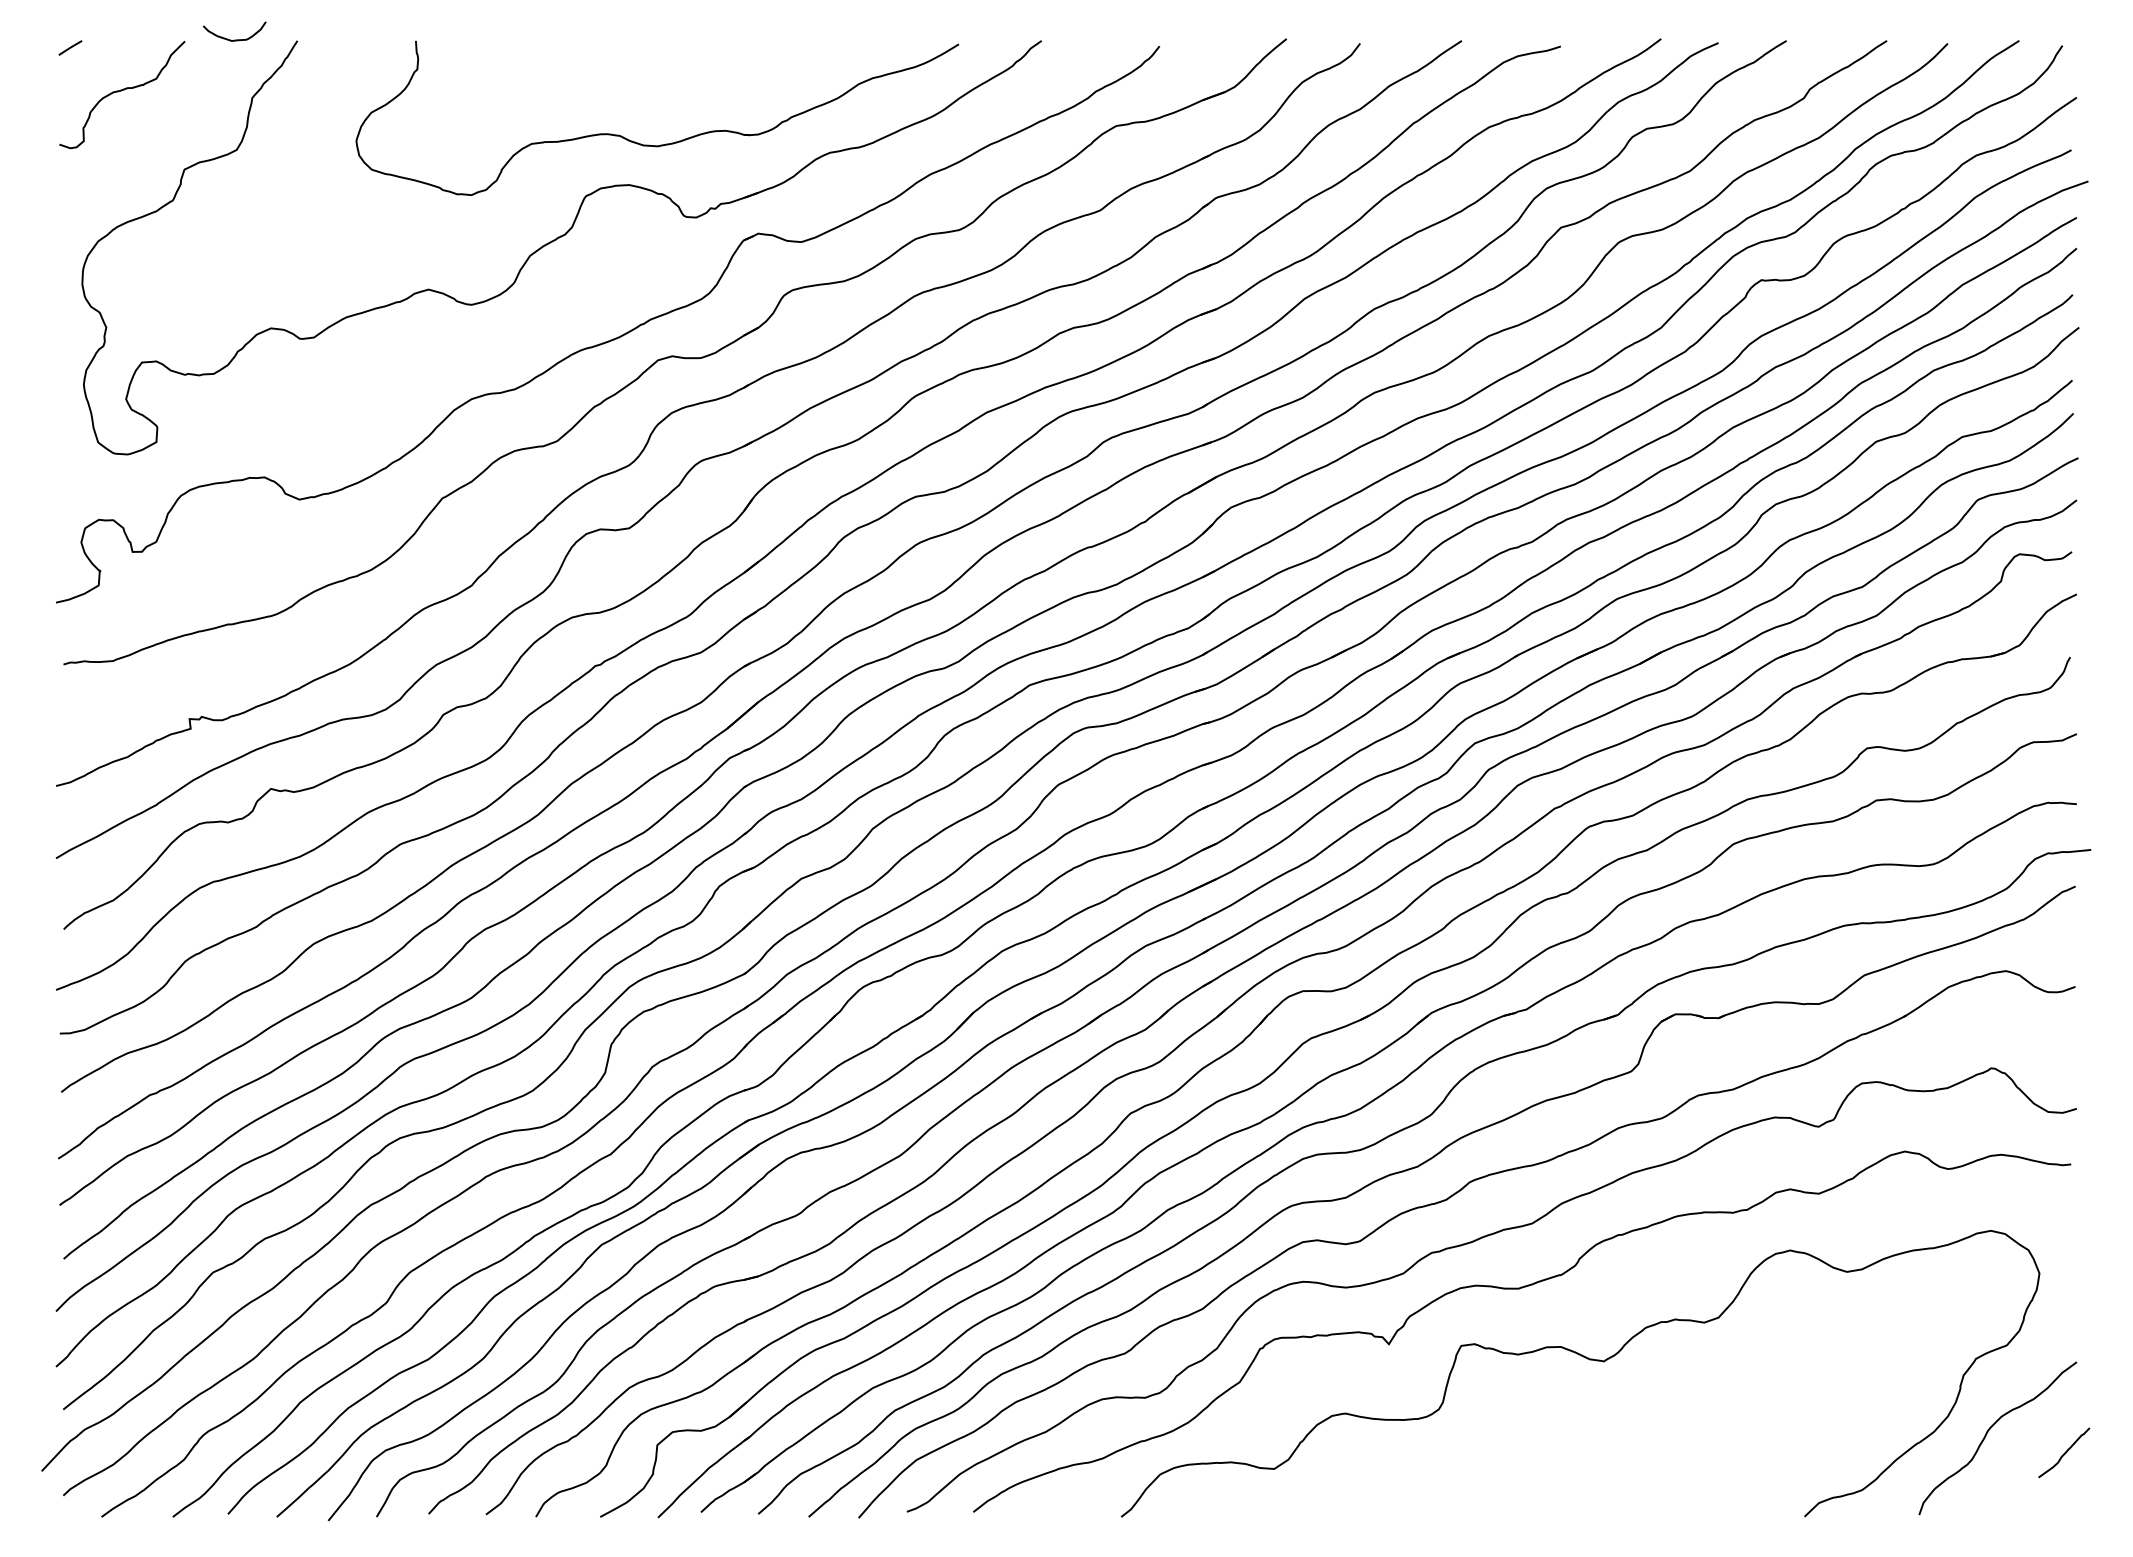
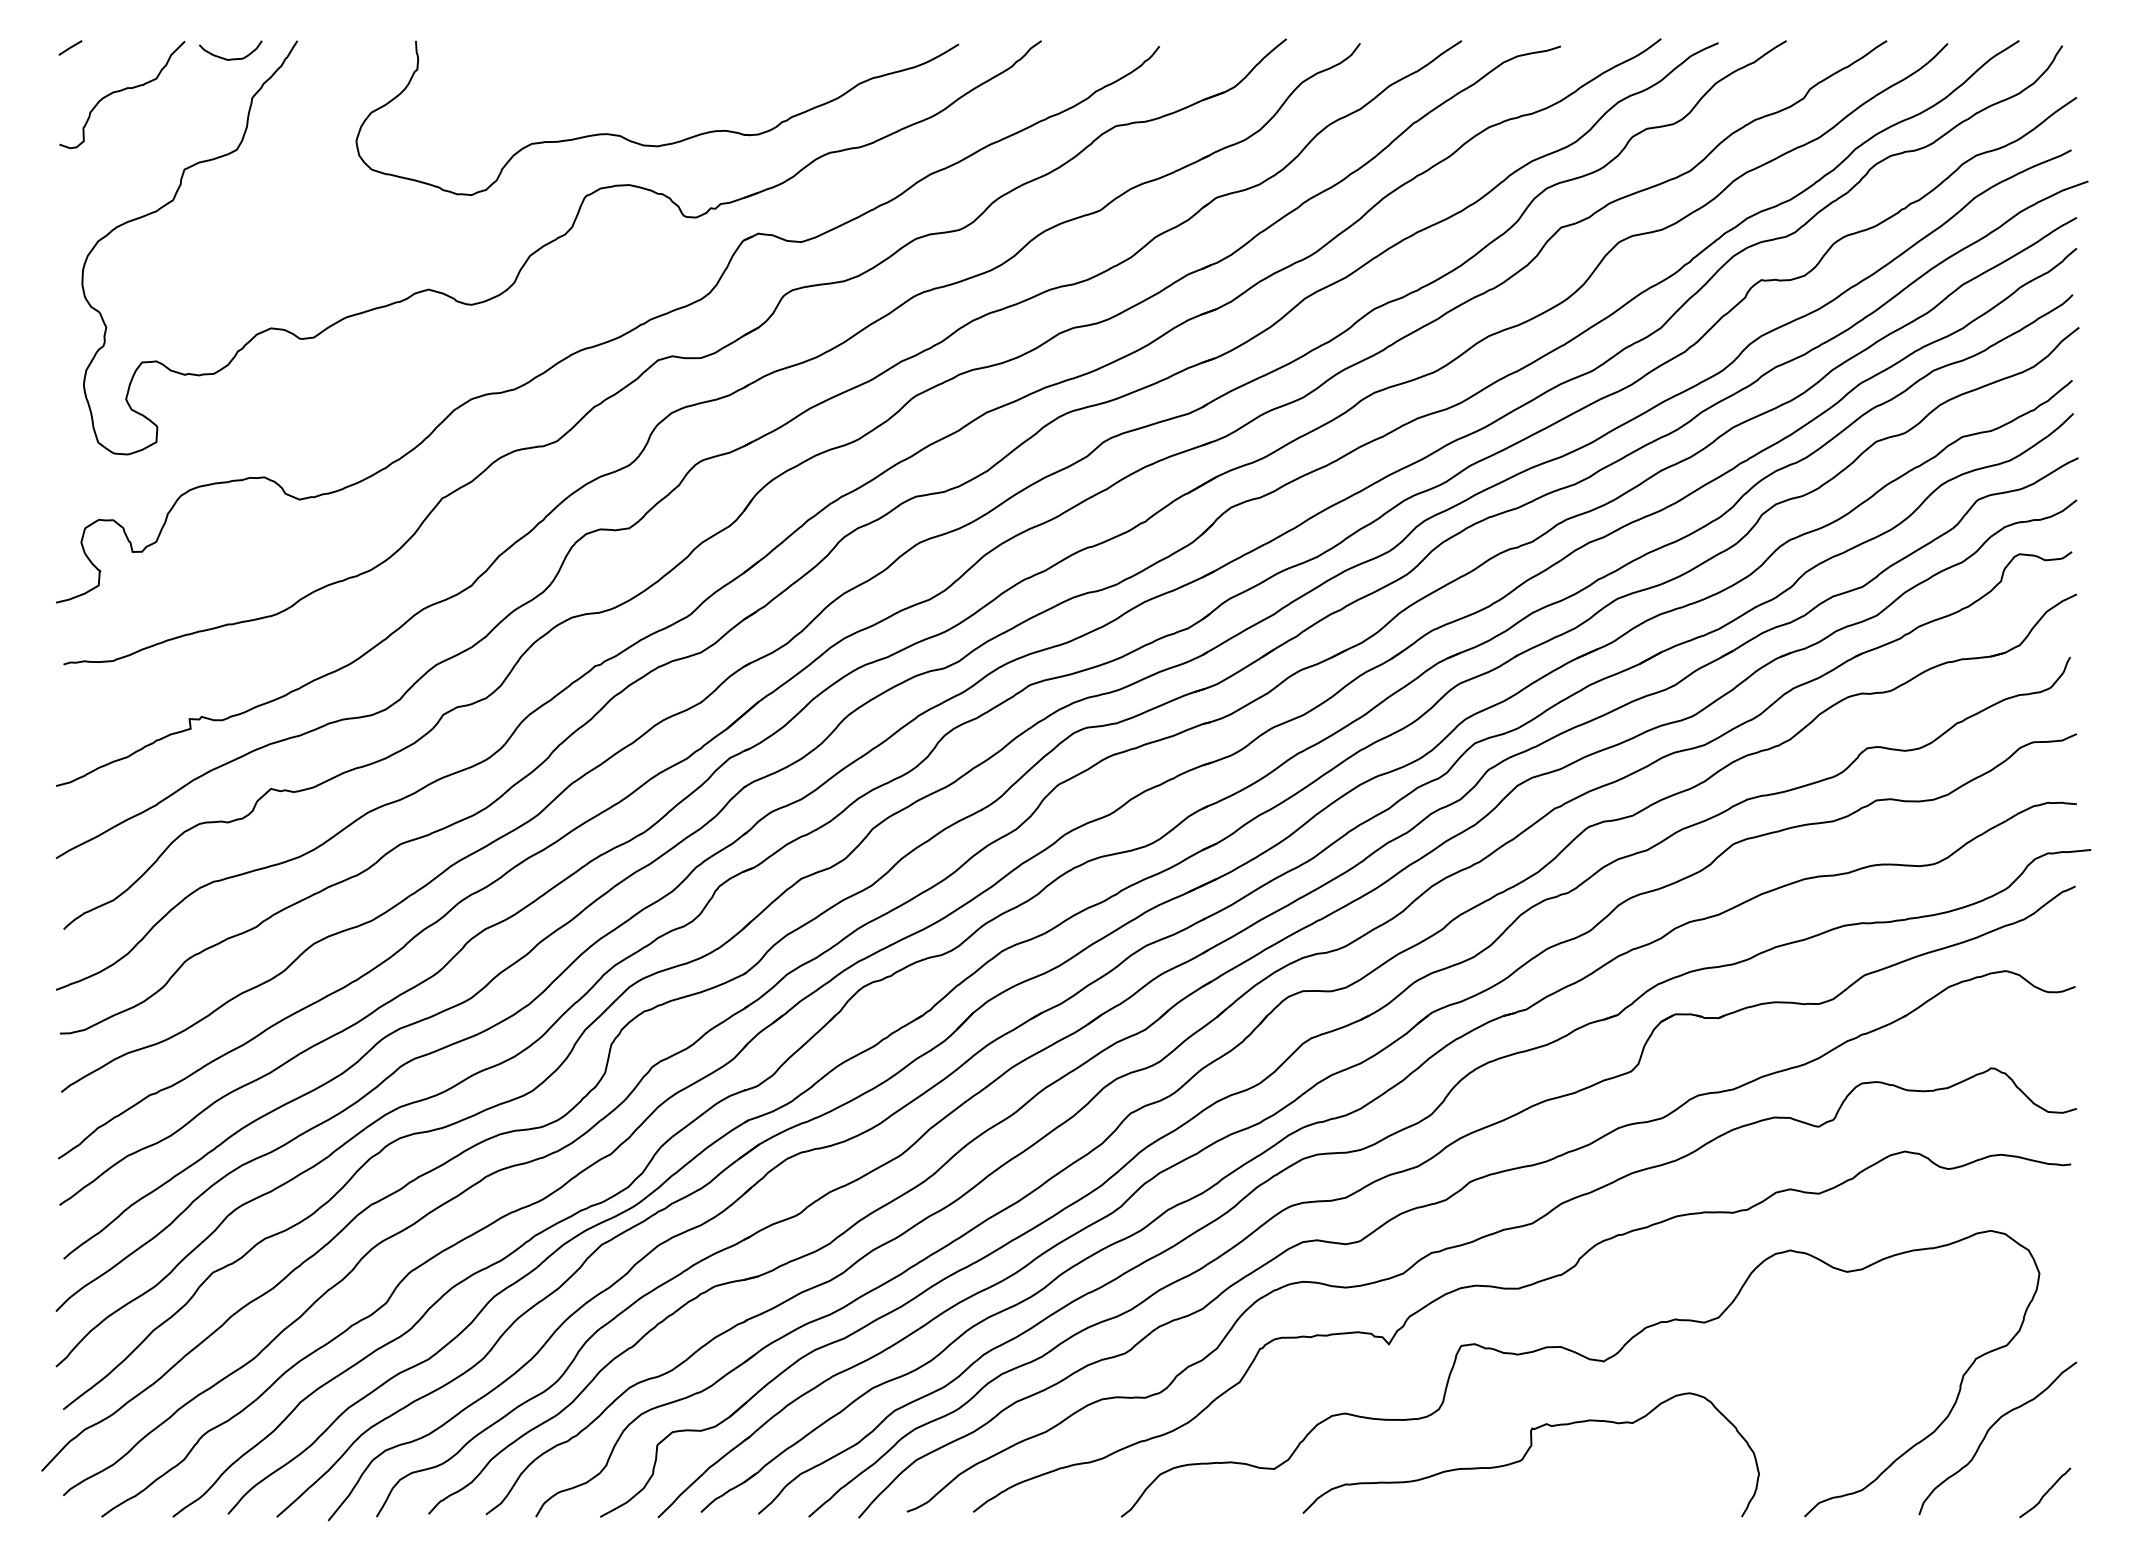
curve at (234, 39) position: (234, 39) -> (230, 58)
curve at (2064, 1452) position: (2064, 1452) -> (2045, 1492)
curve at (1527, 1453): none -> present
